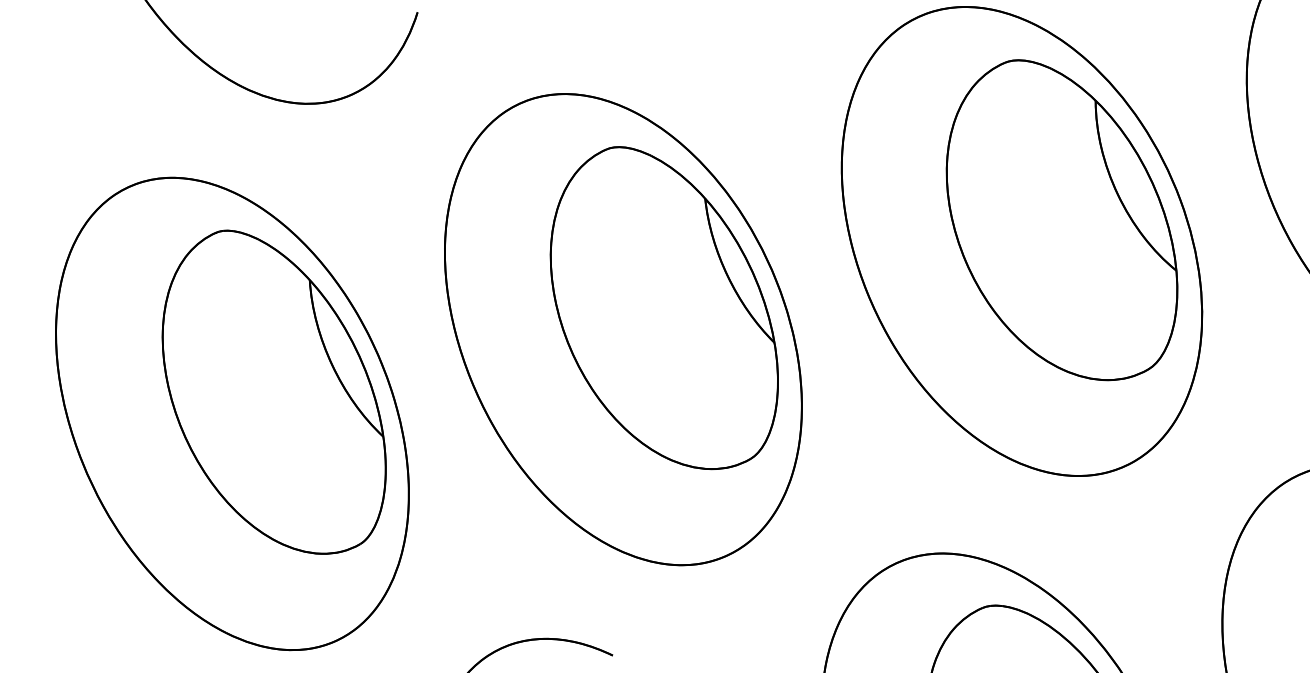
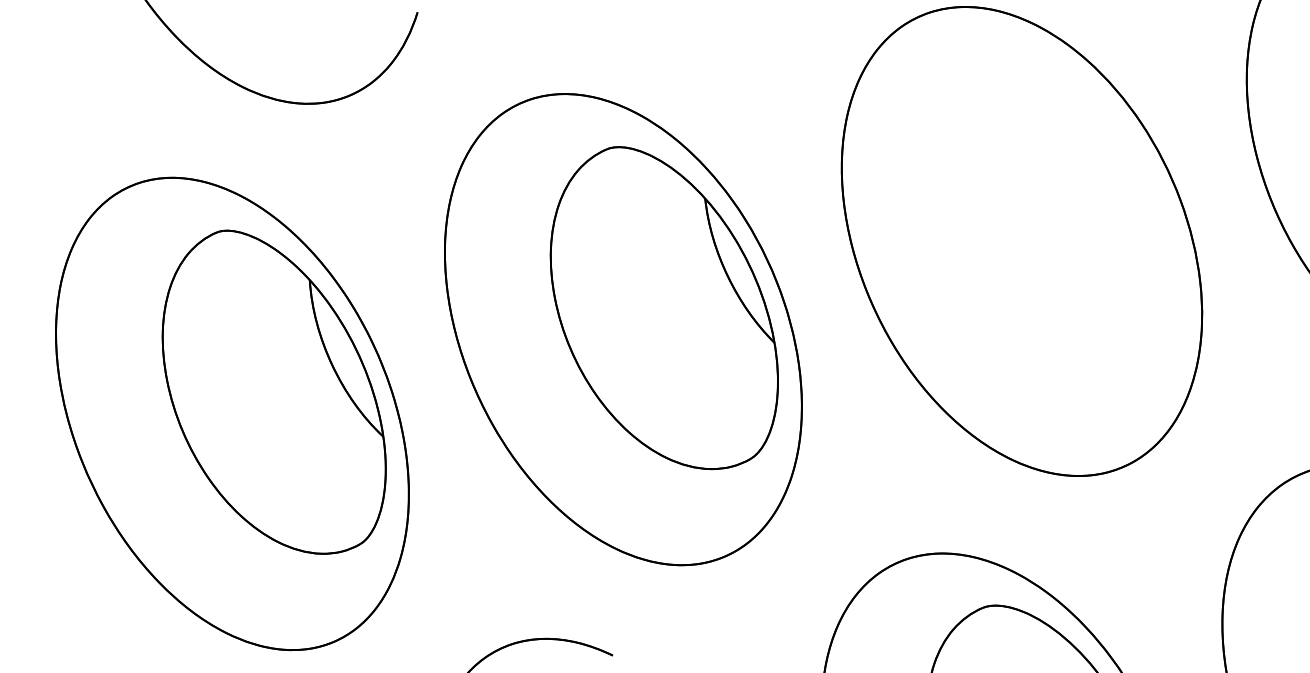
part at (1061, 220): present -> none
